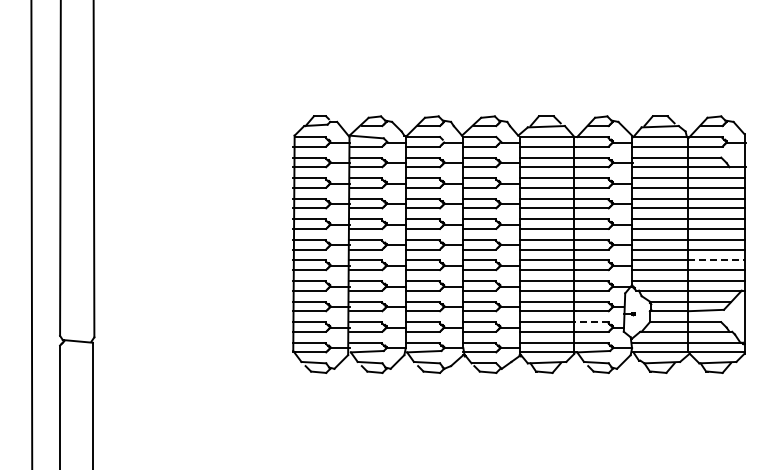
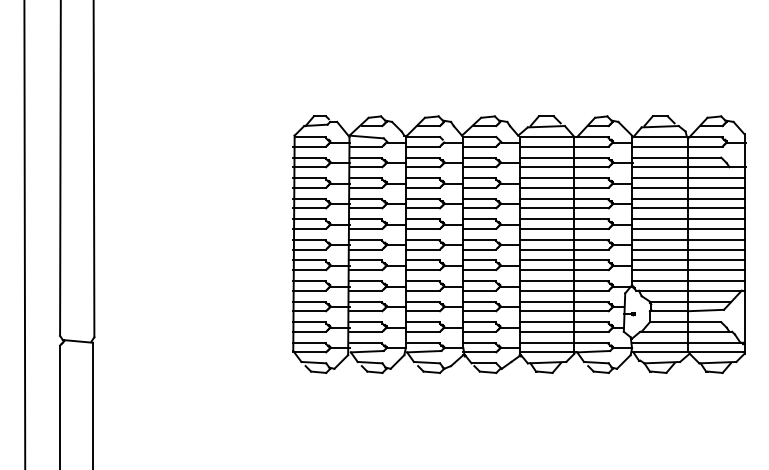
line at (31, 234) position: (31, 234) -> (24, 234)
line at (716, 260): dashed -> solid
line at (591, 322): dashed -> solid
